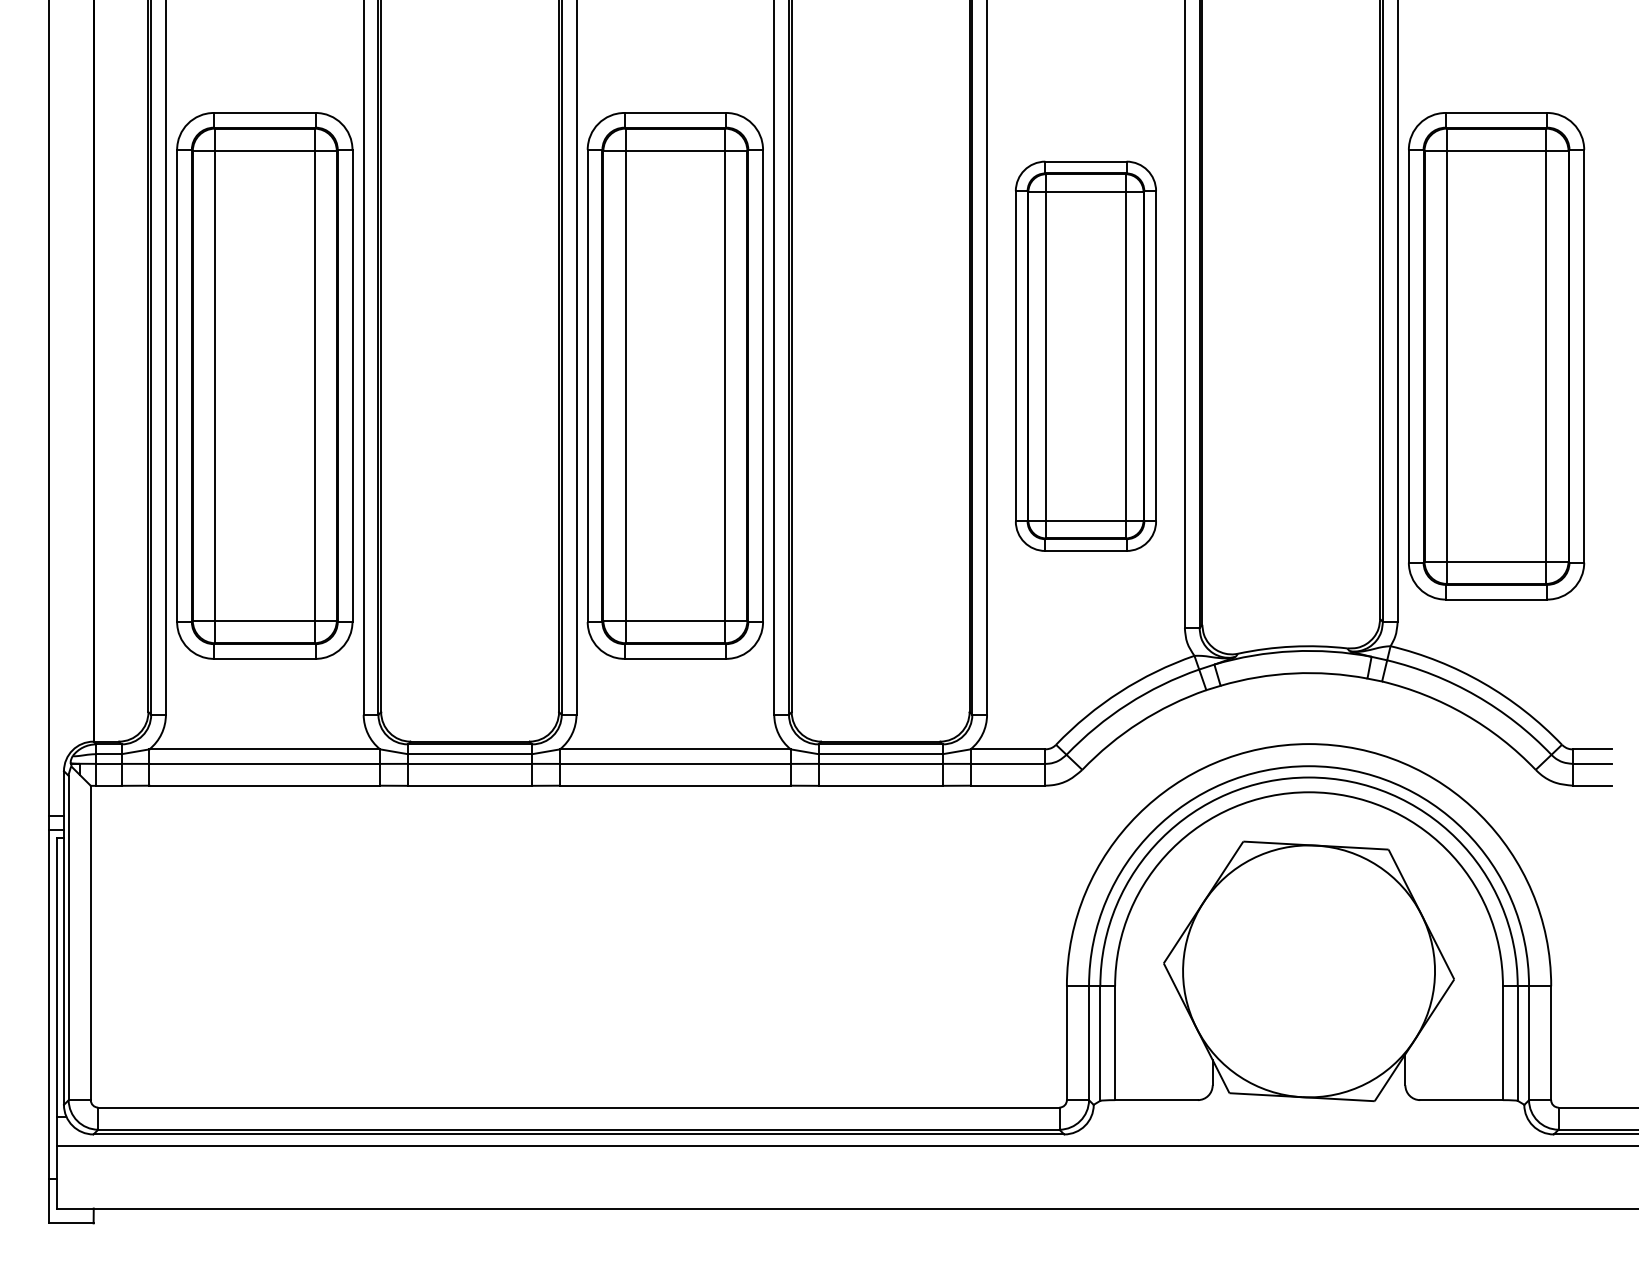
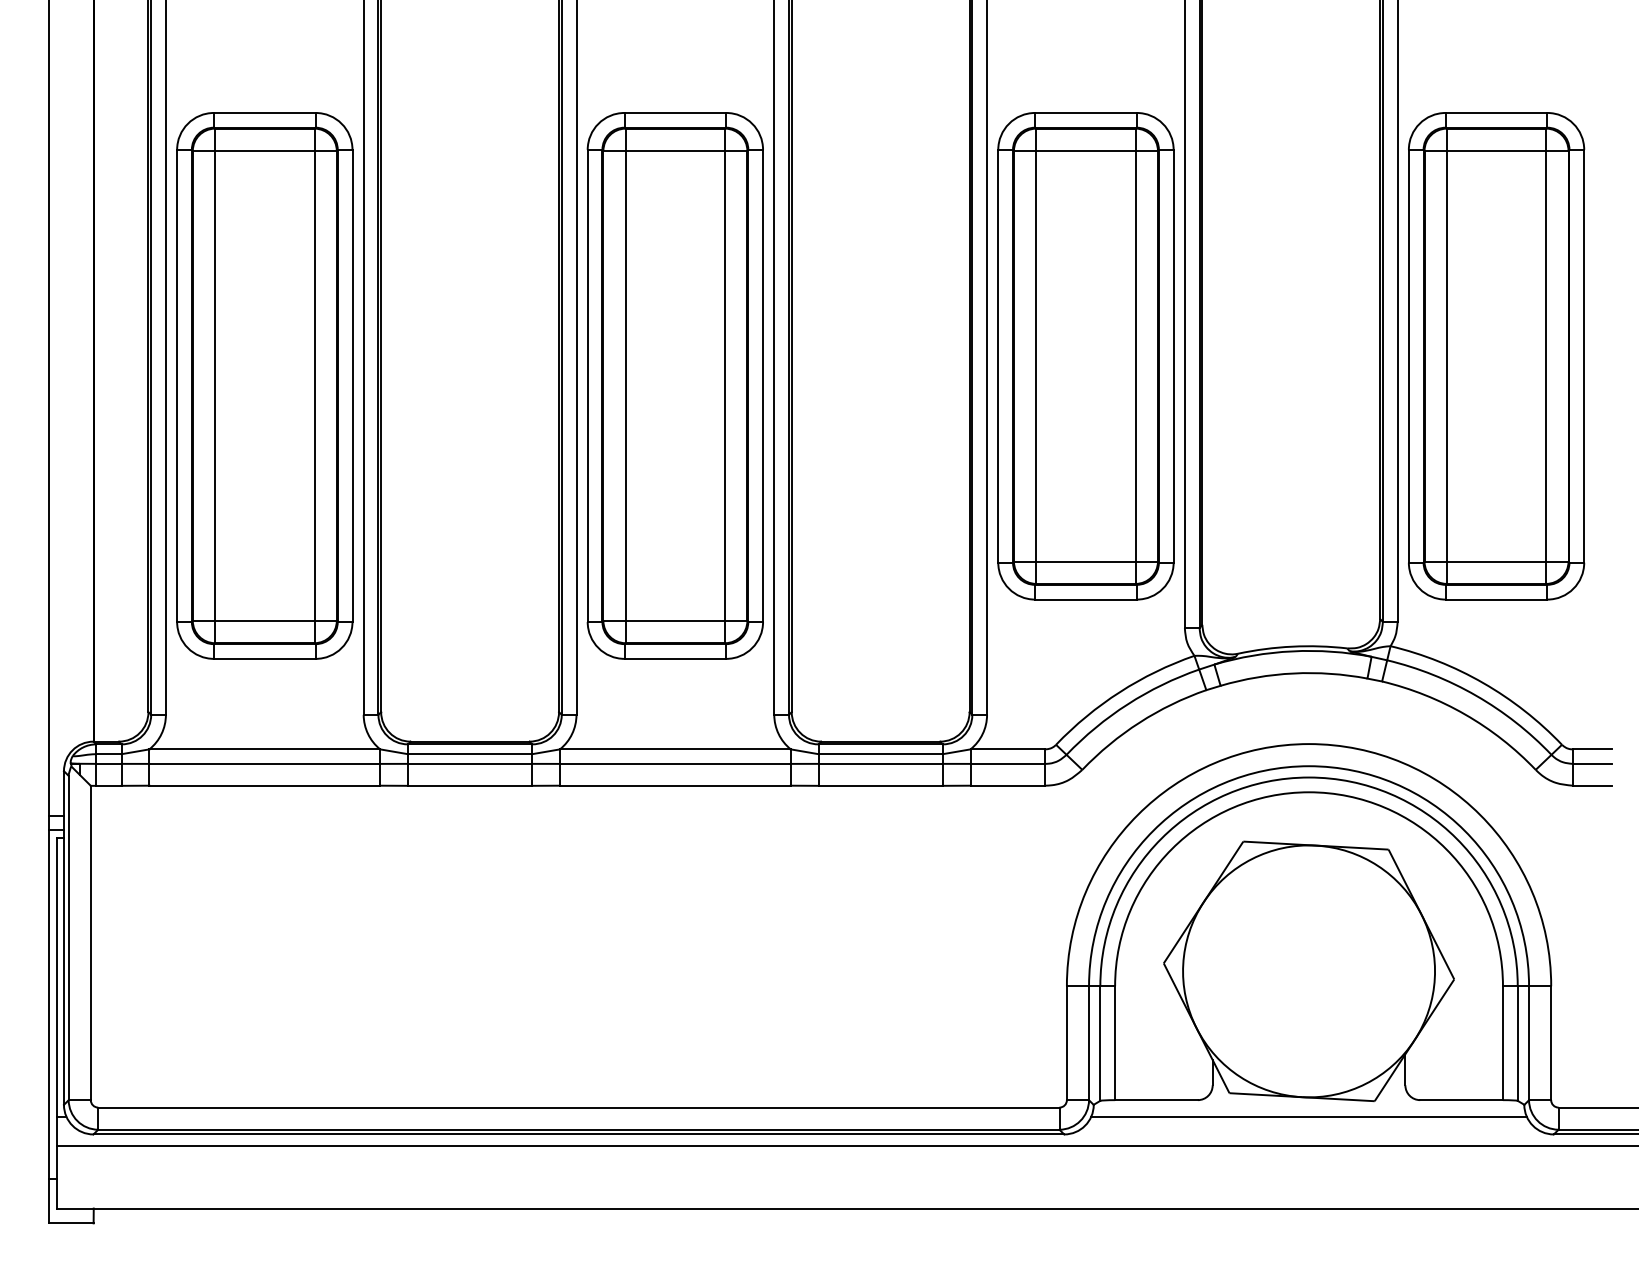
part at (1085, 355) size: 142x392 px -> 178x489 px
line at (1308, 1116): none -> present
